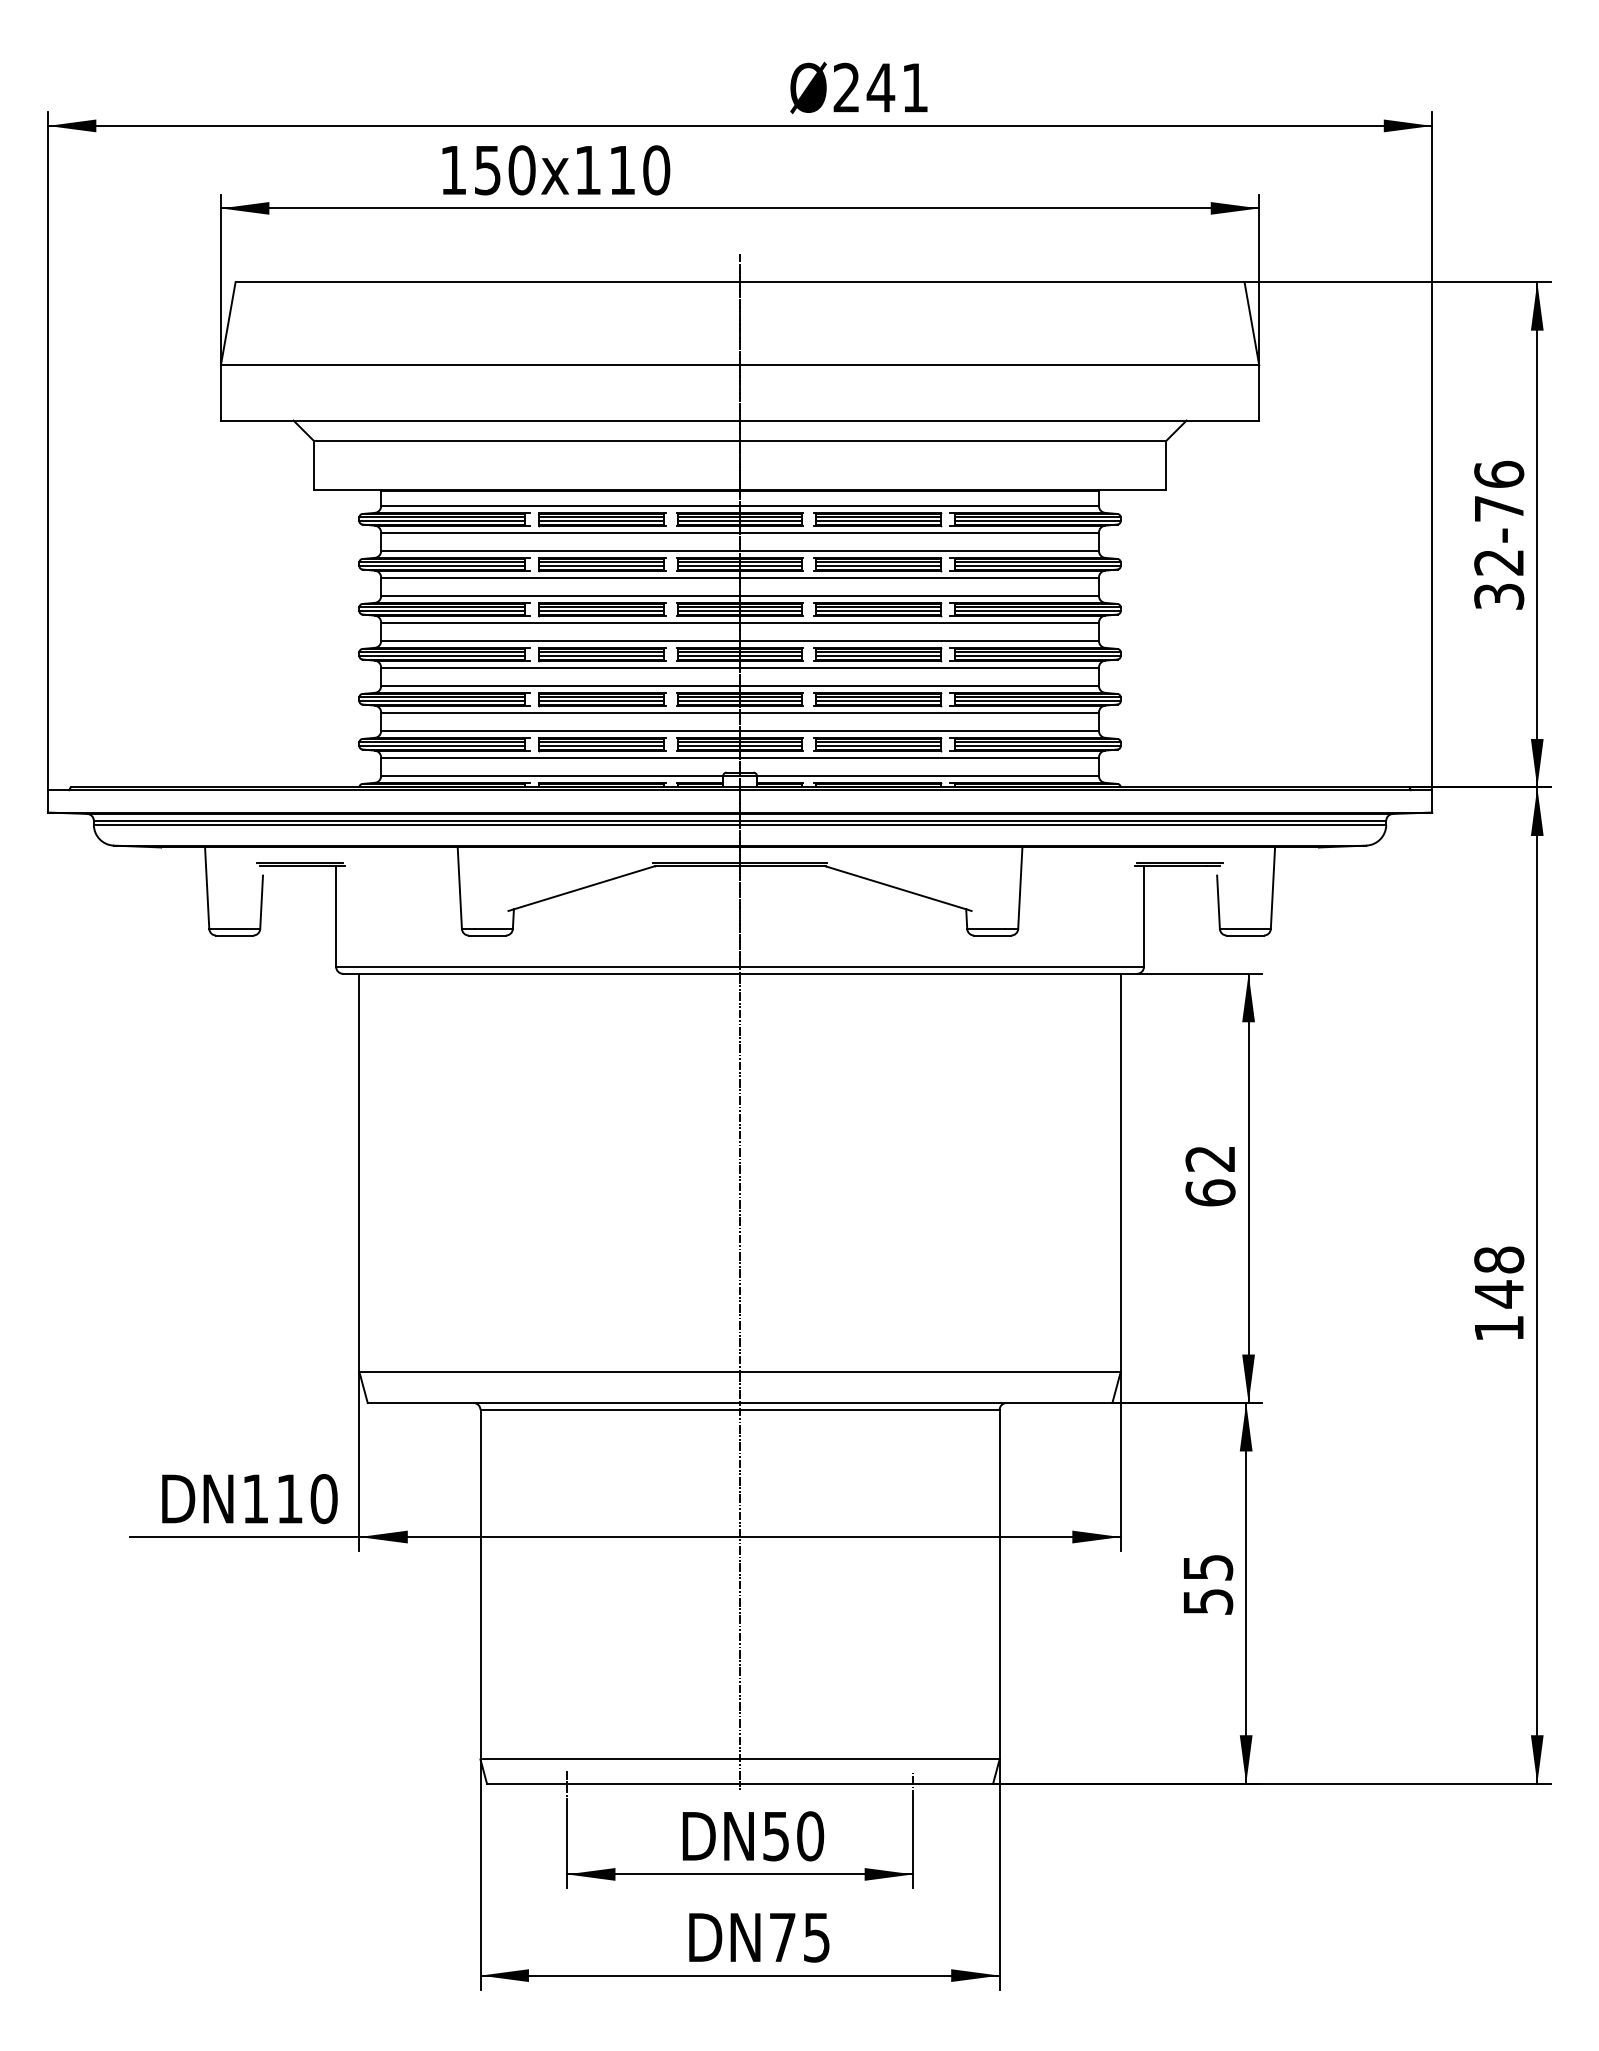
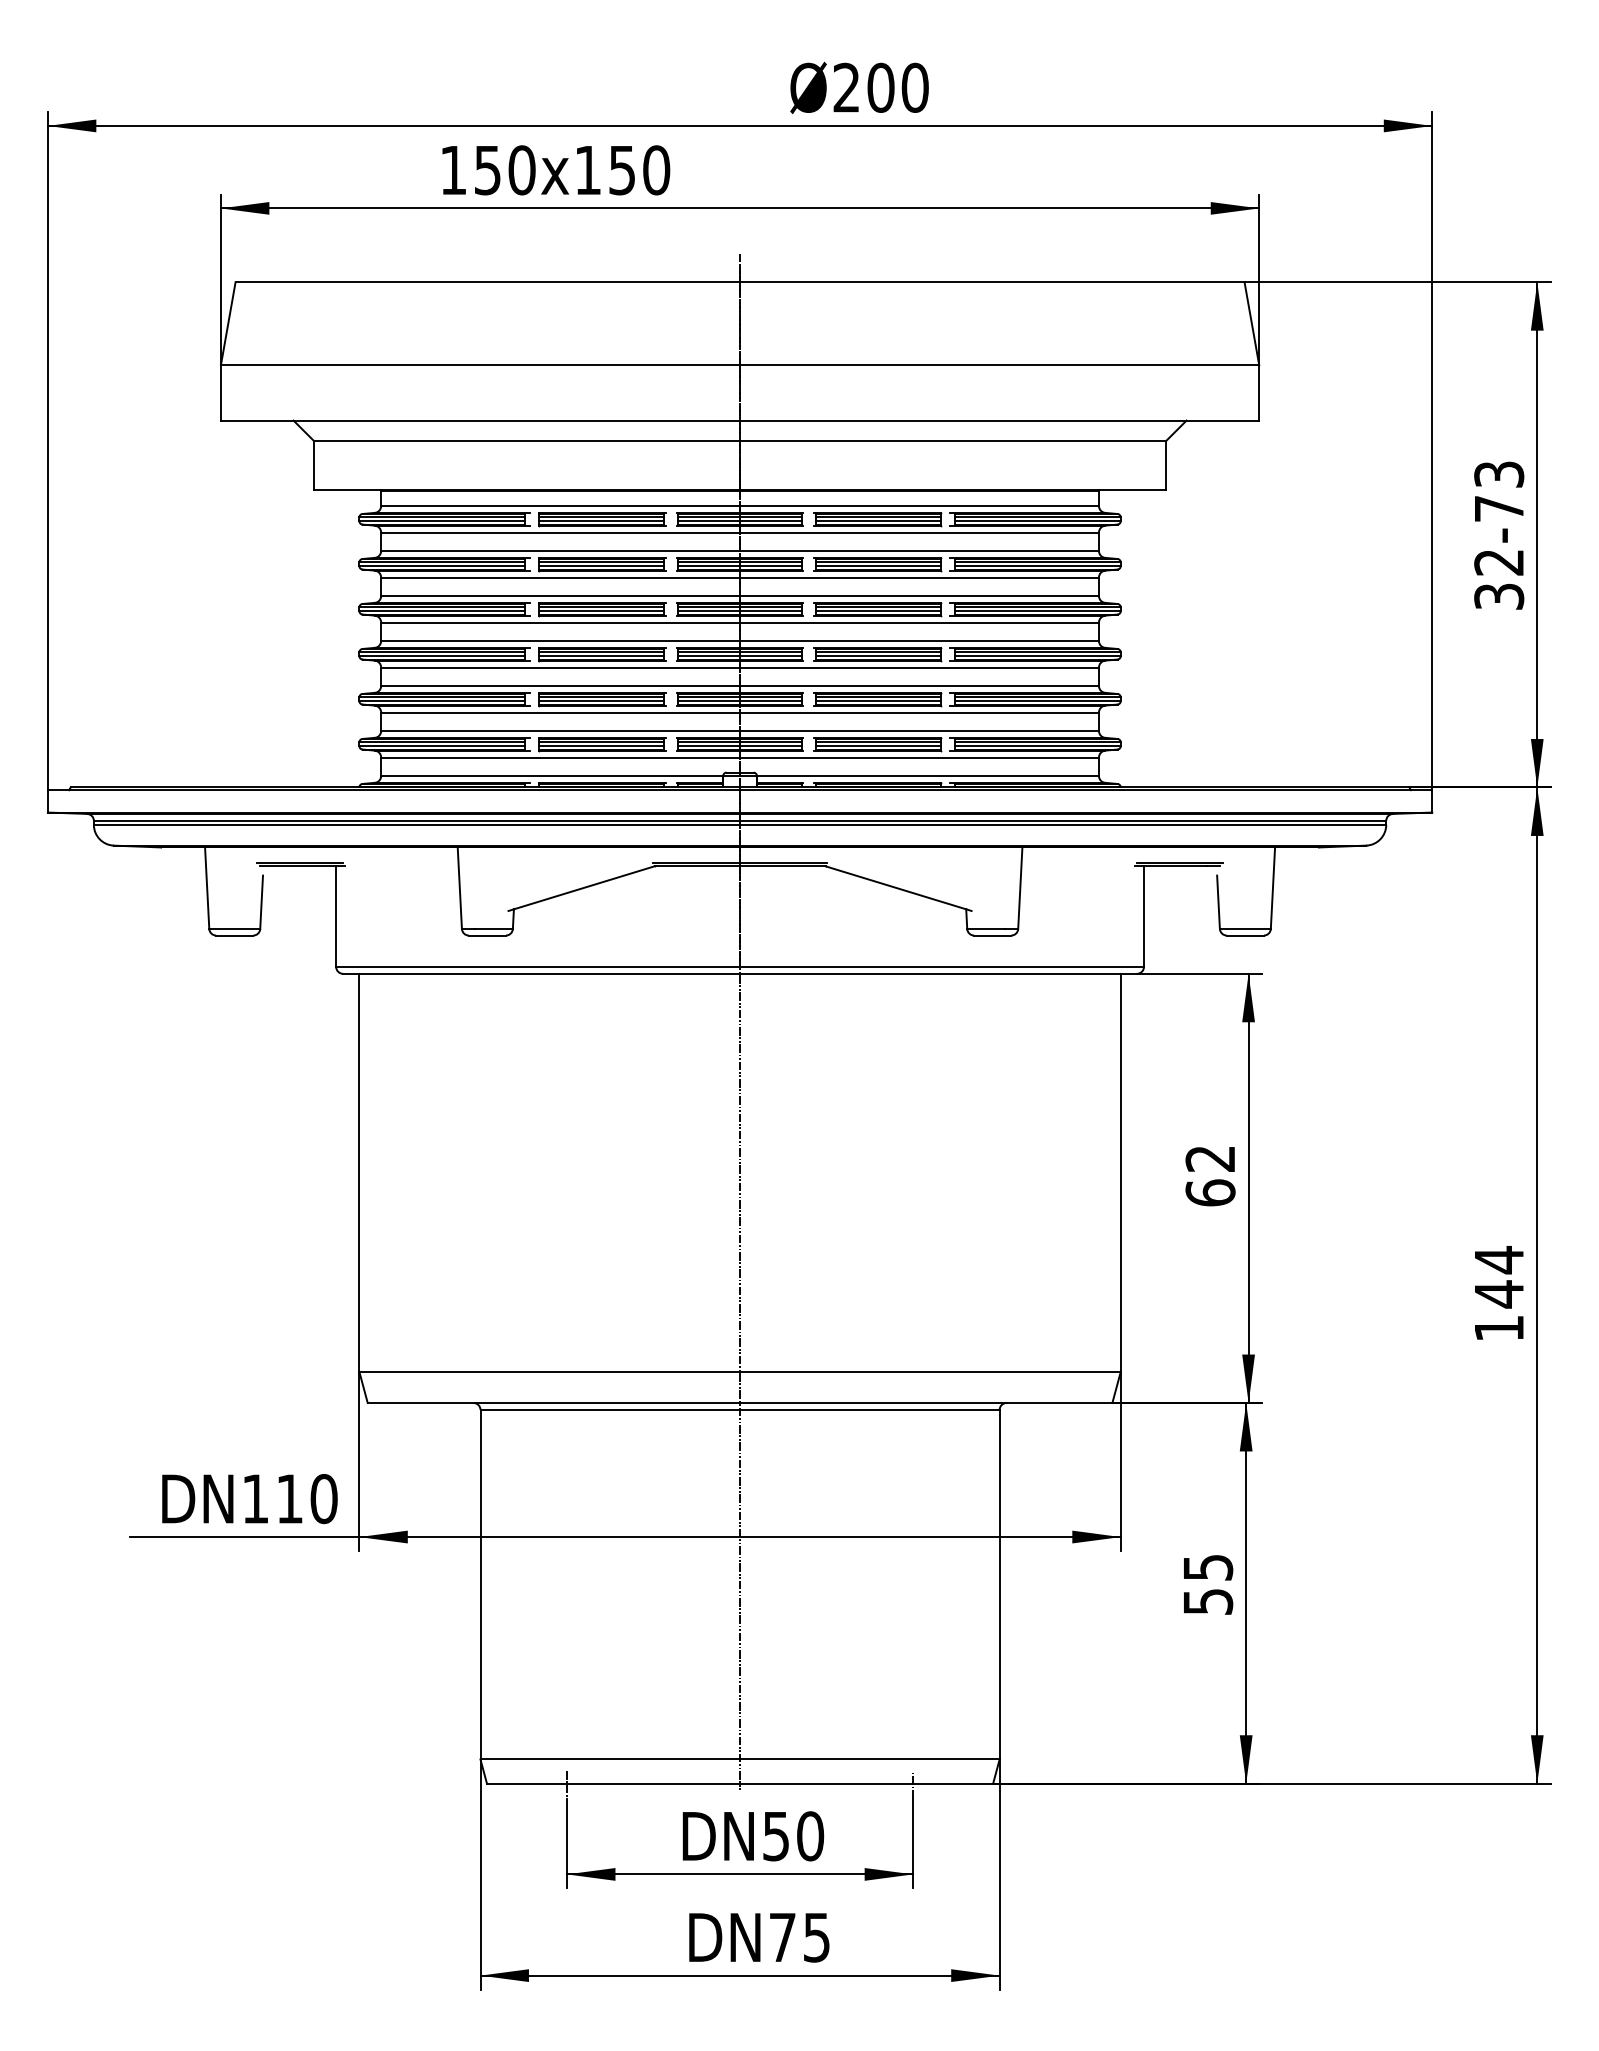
text at (897, 87): 241 -> 200
text at (621, 170): 150x110 -> 150x150
text at (1499, 473): 76 -> 73
text at (1499, 1260): 148 -> 144
